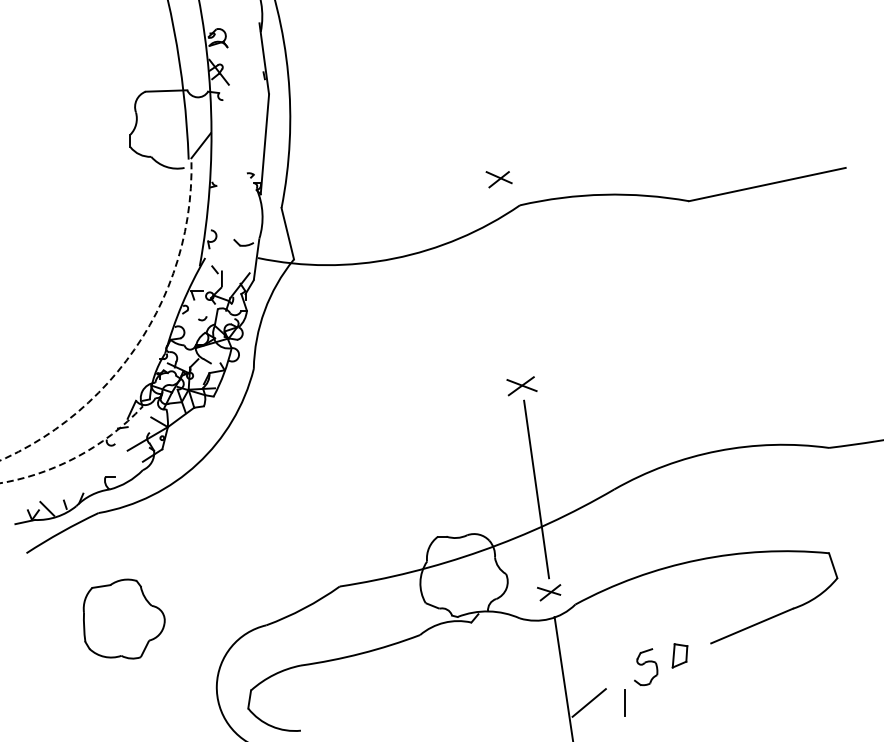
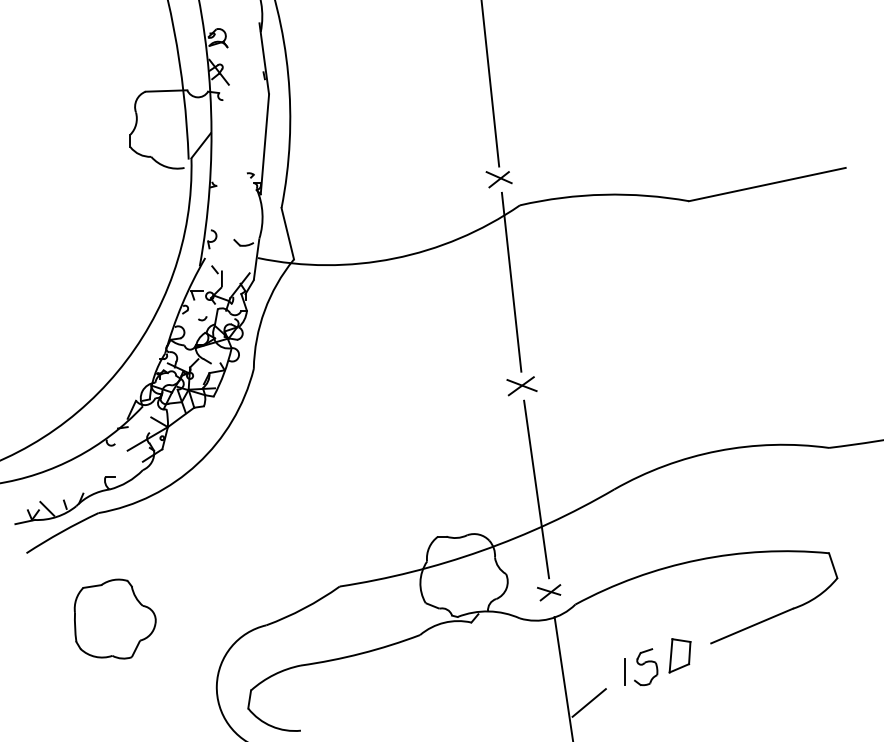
line at (490, 84): none -> present
line at (511, 281): none -> present
arc at (141, 339): dashed -> solid
arc at (77, 456): dashed -> solid
part at (123, 618) position: (123, 618) -> (114, 618)
part at (679, 655) size: 18x26 px -> 24x36 px
line at (624, 702) position: (624, 702) -> (624, 671)
